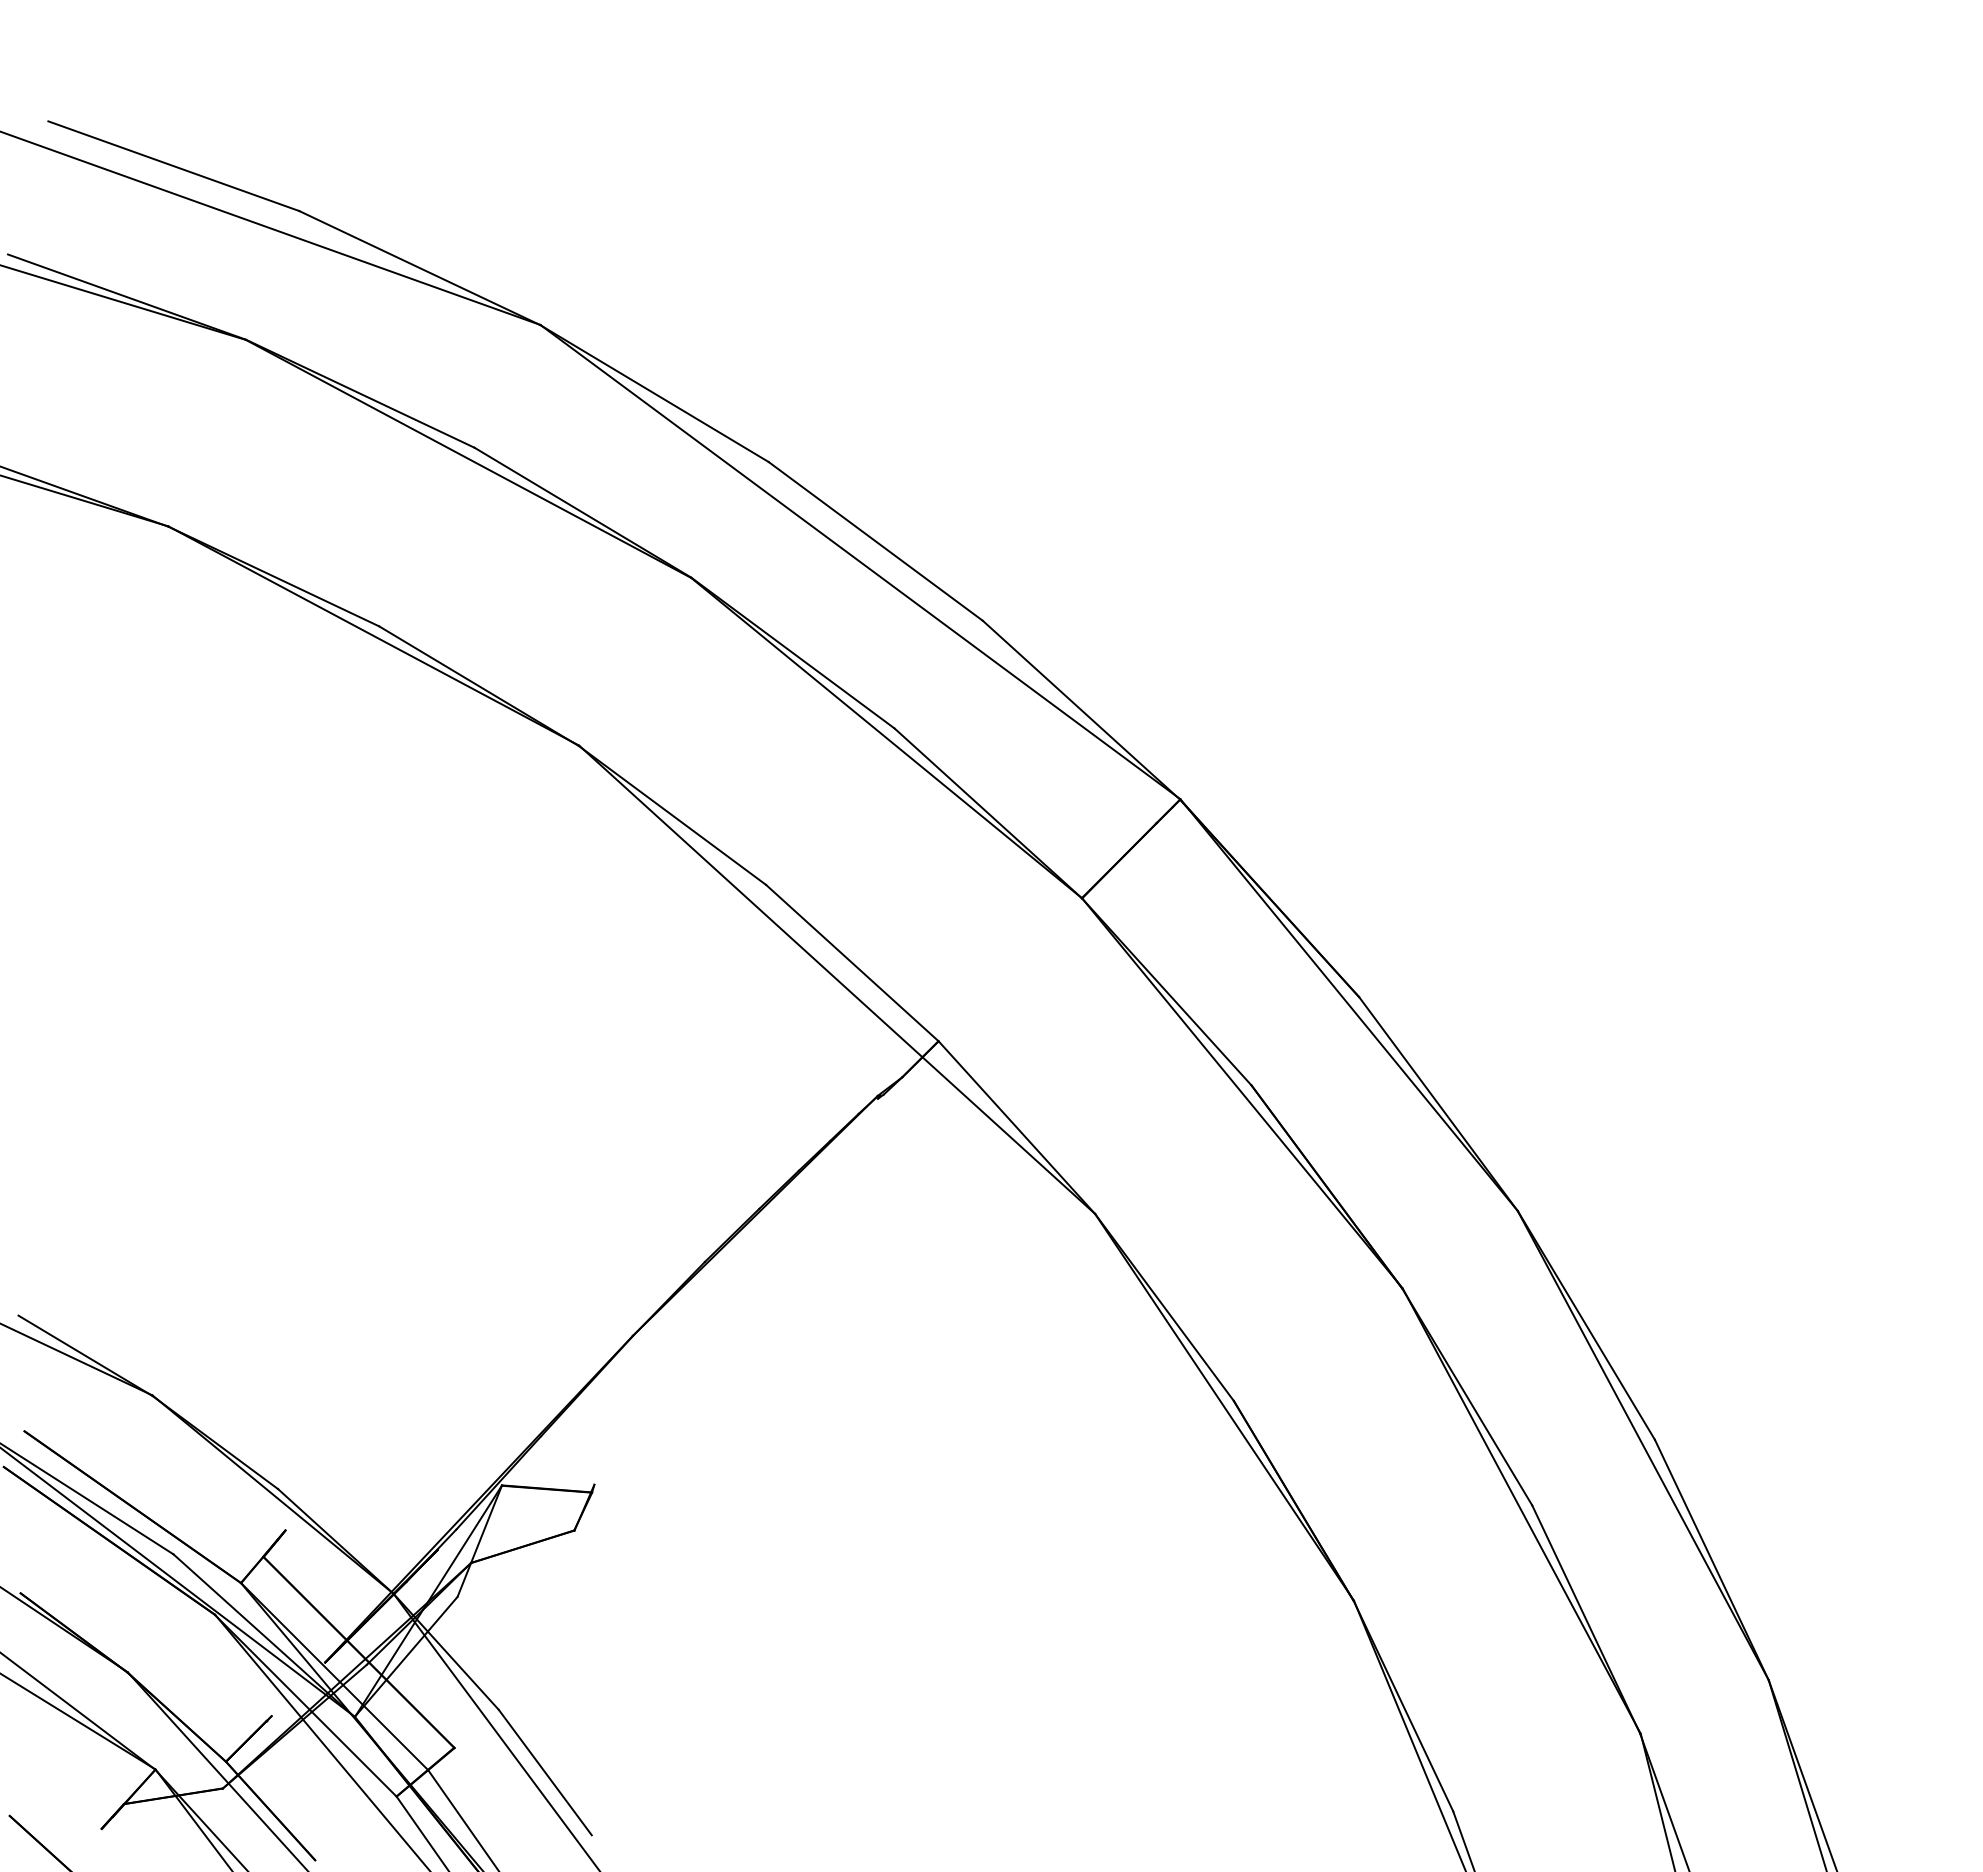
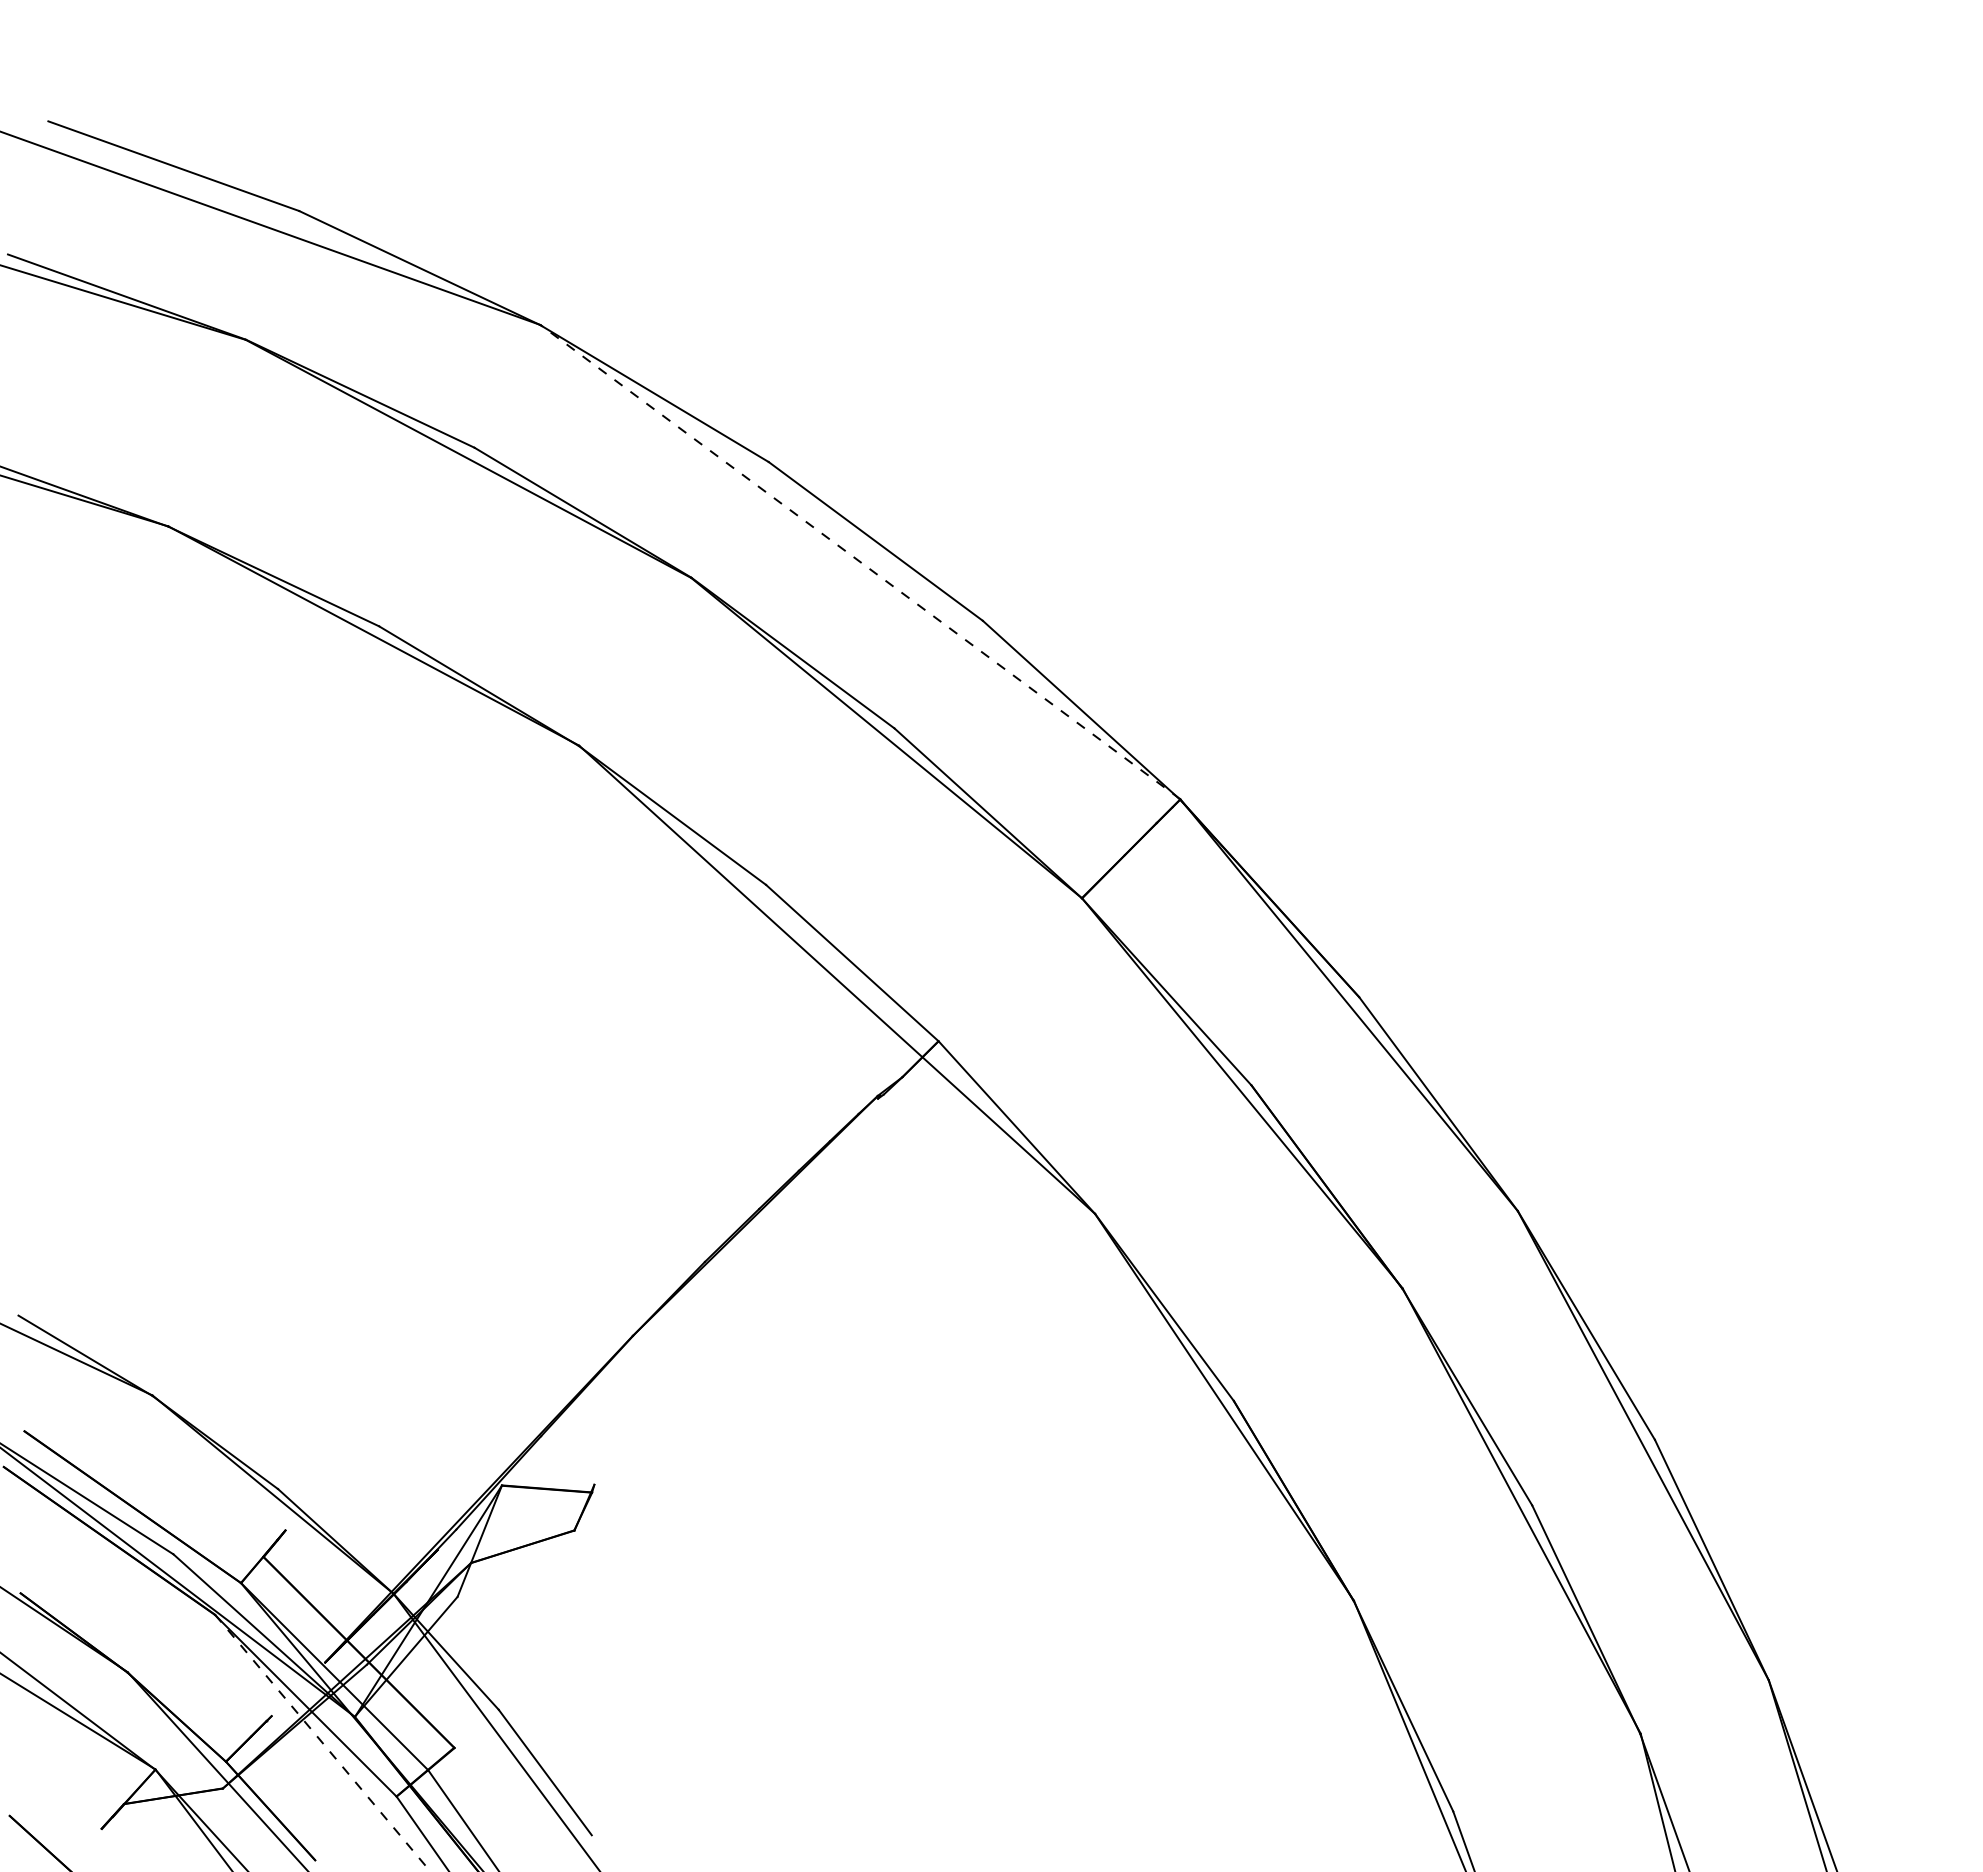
line at (860, 561): solid -> dashed
line at (322, 1743): solid -> dashed
